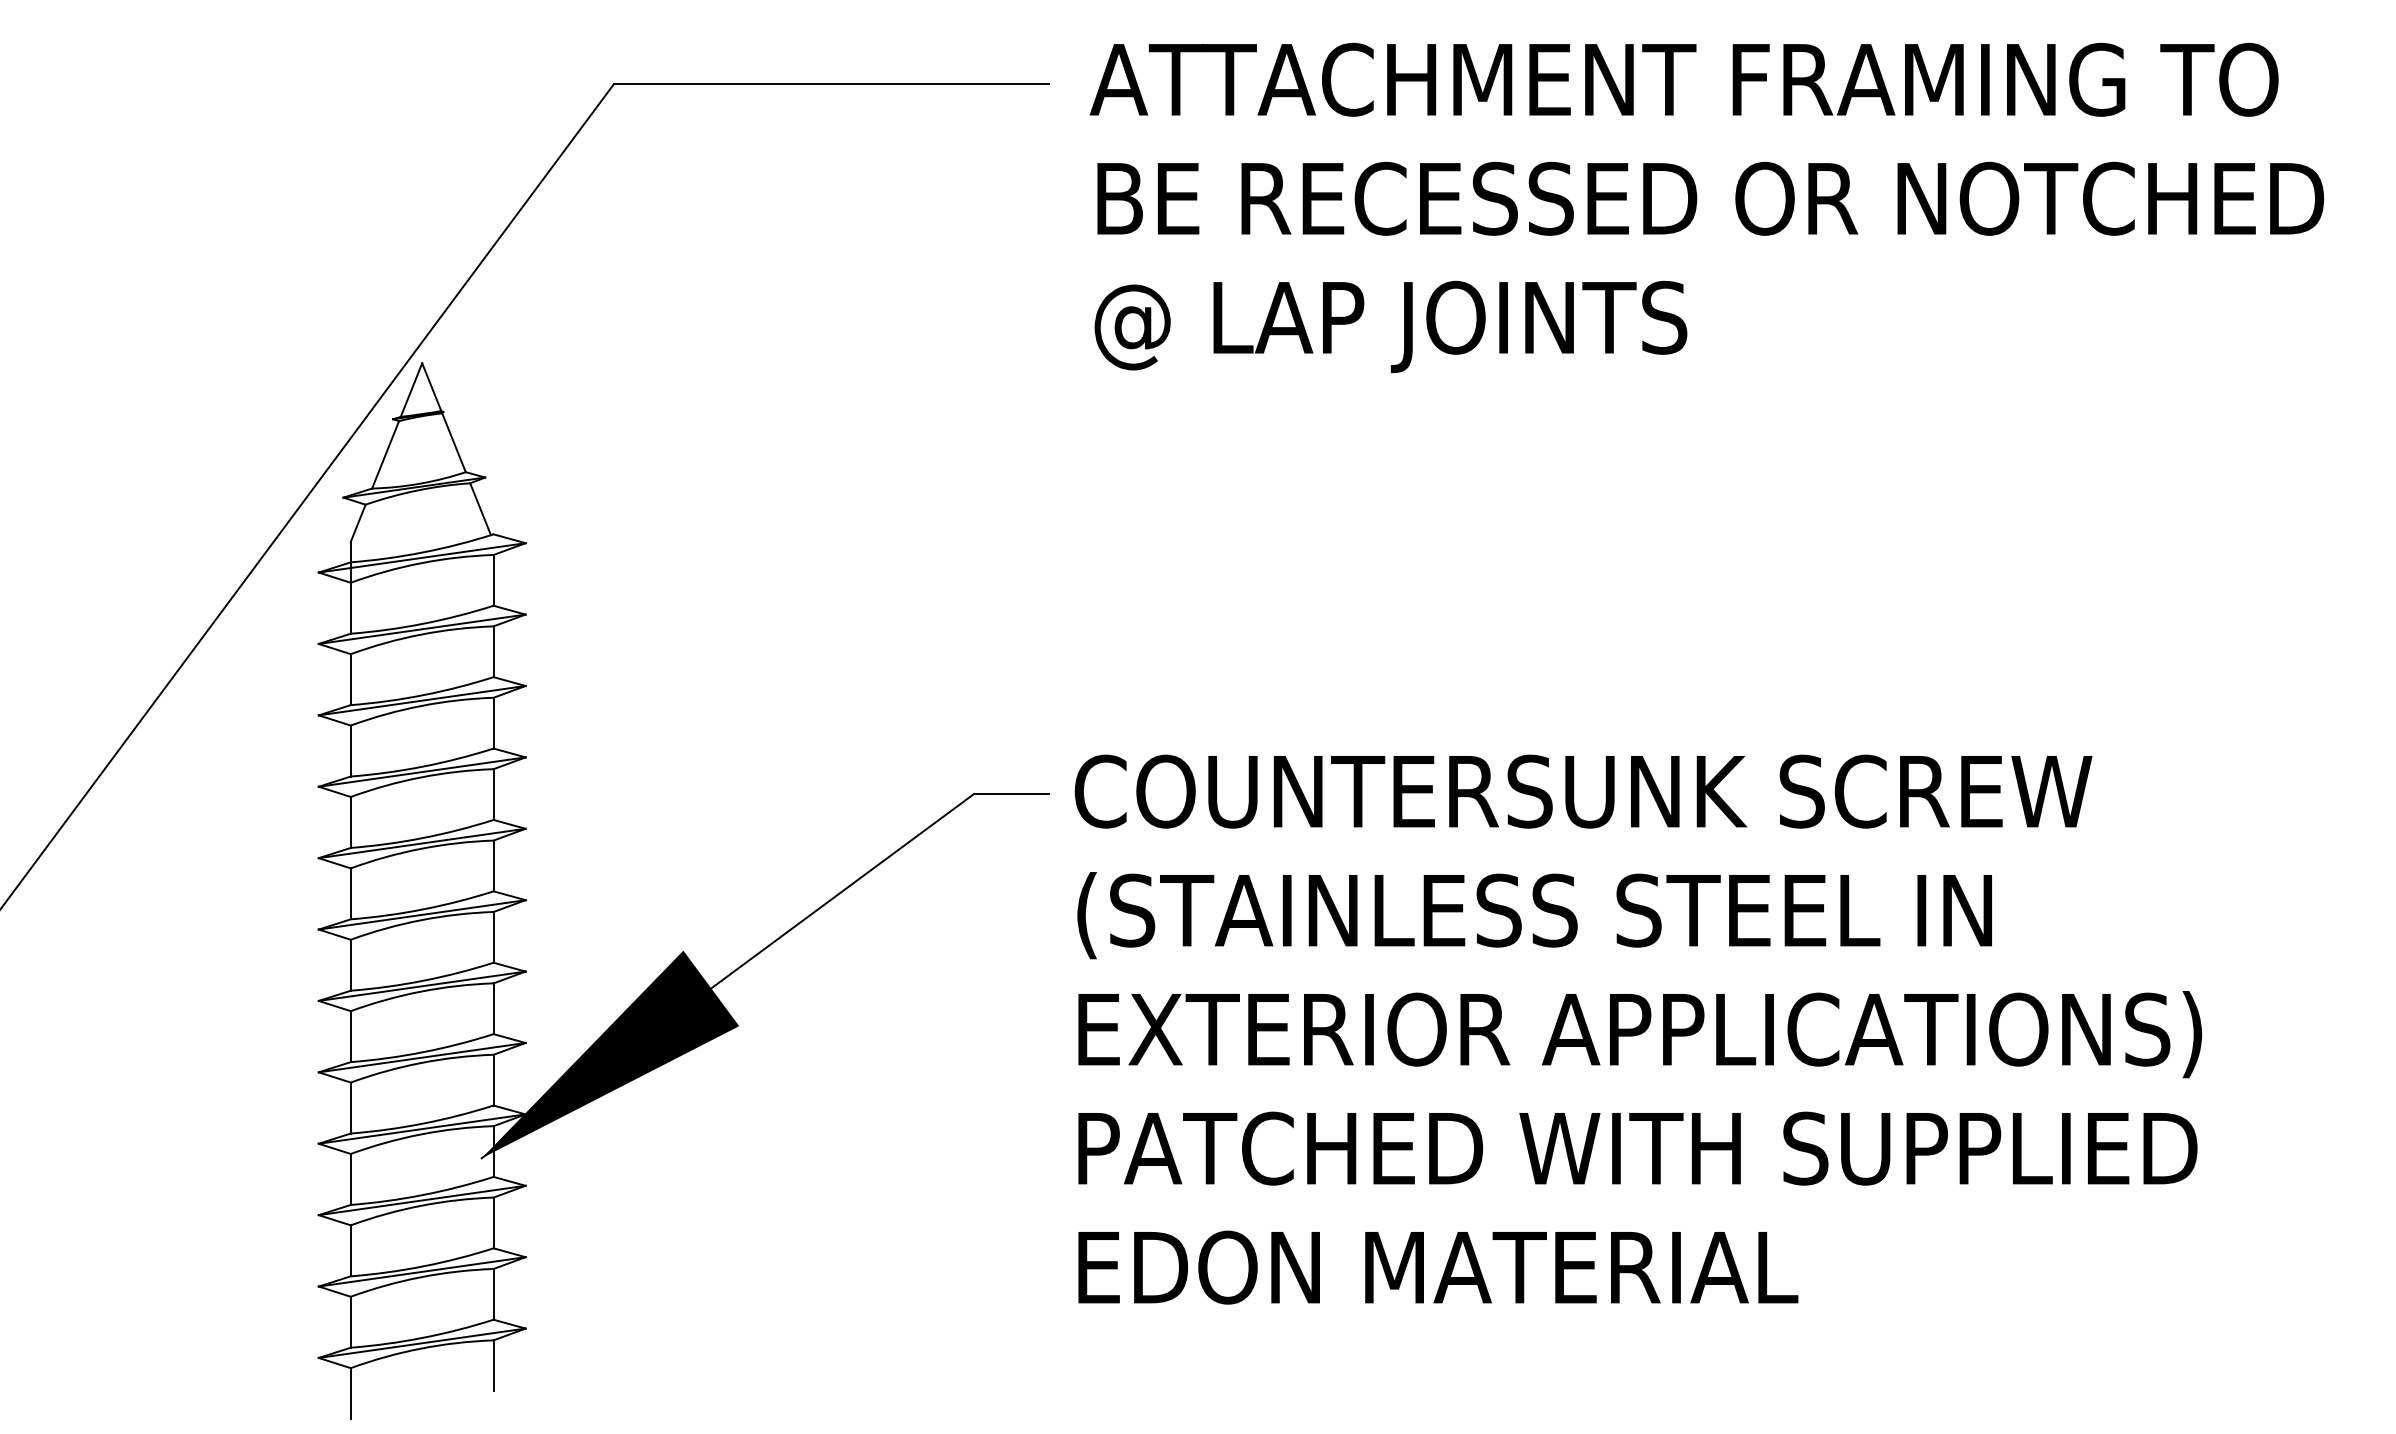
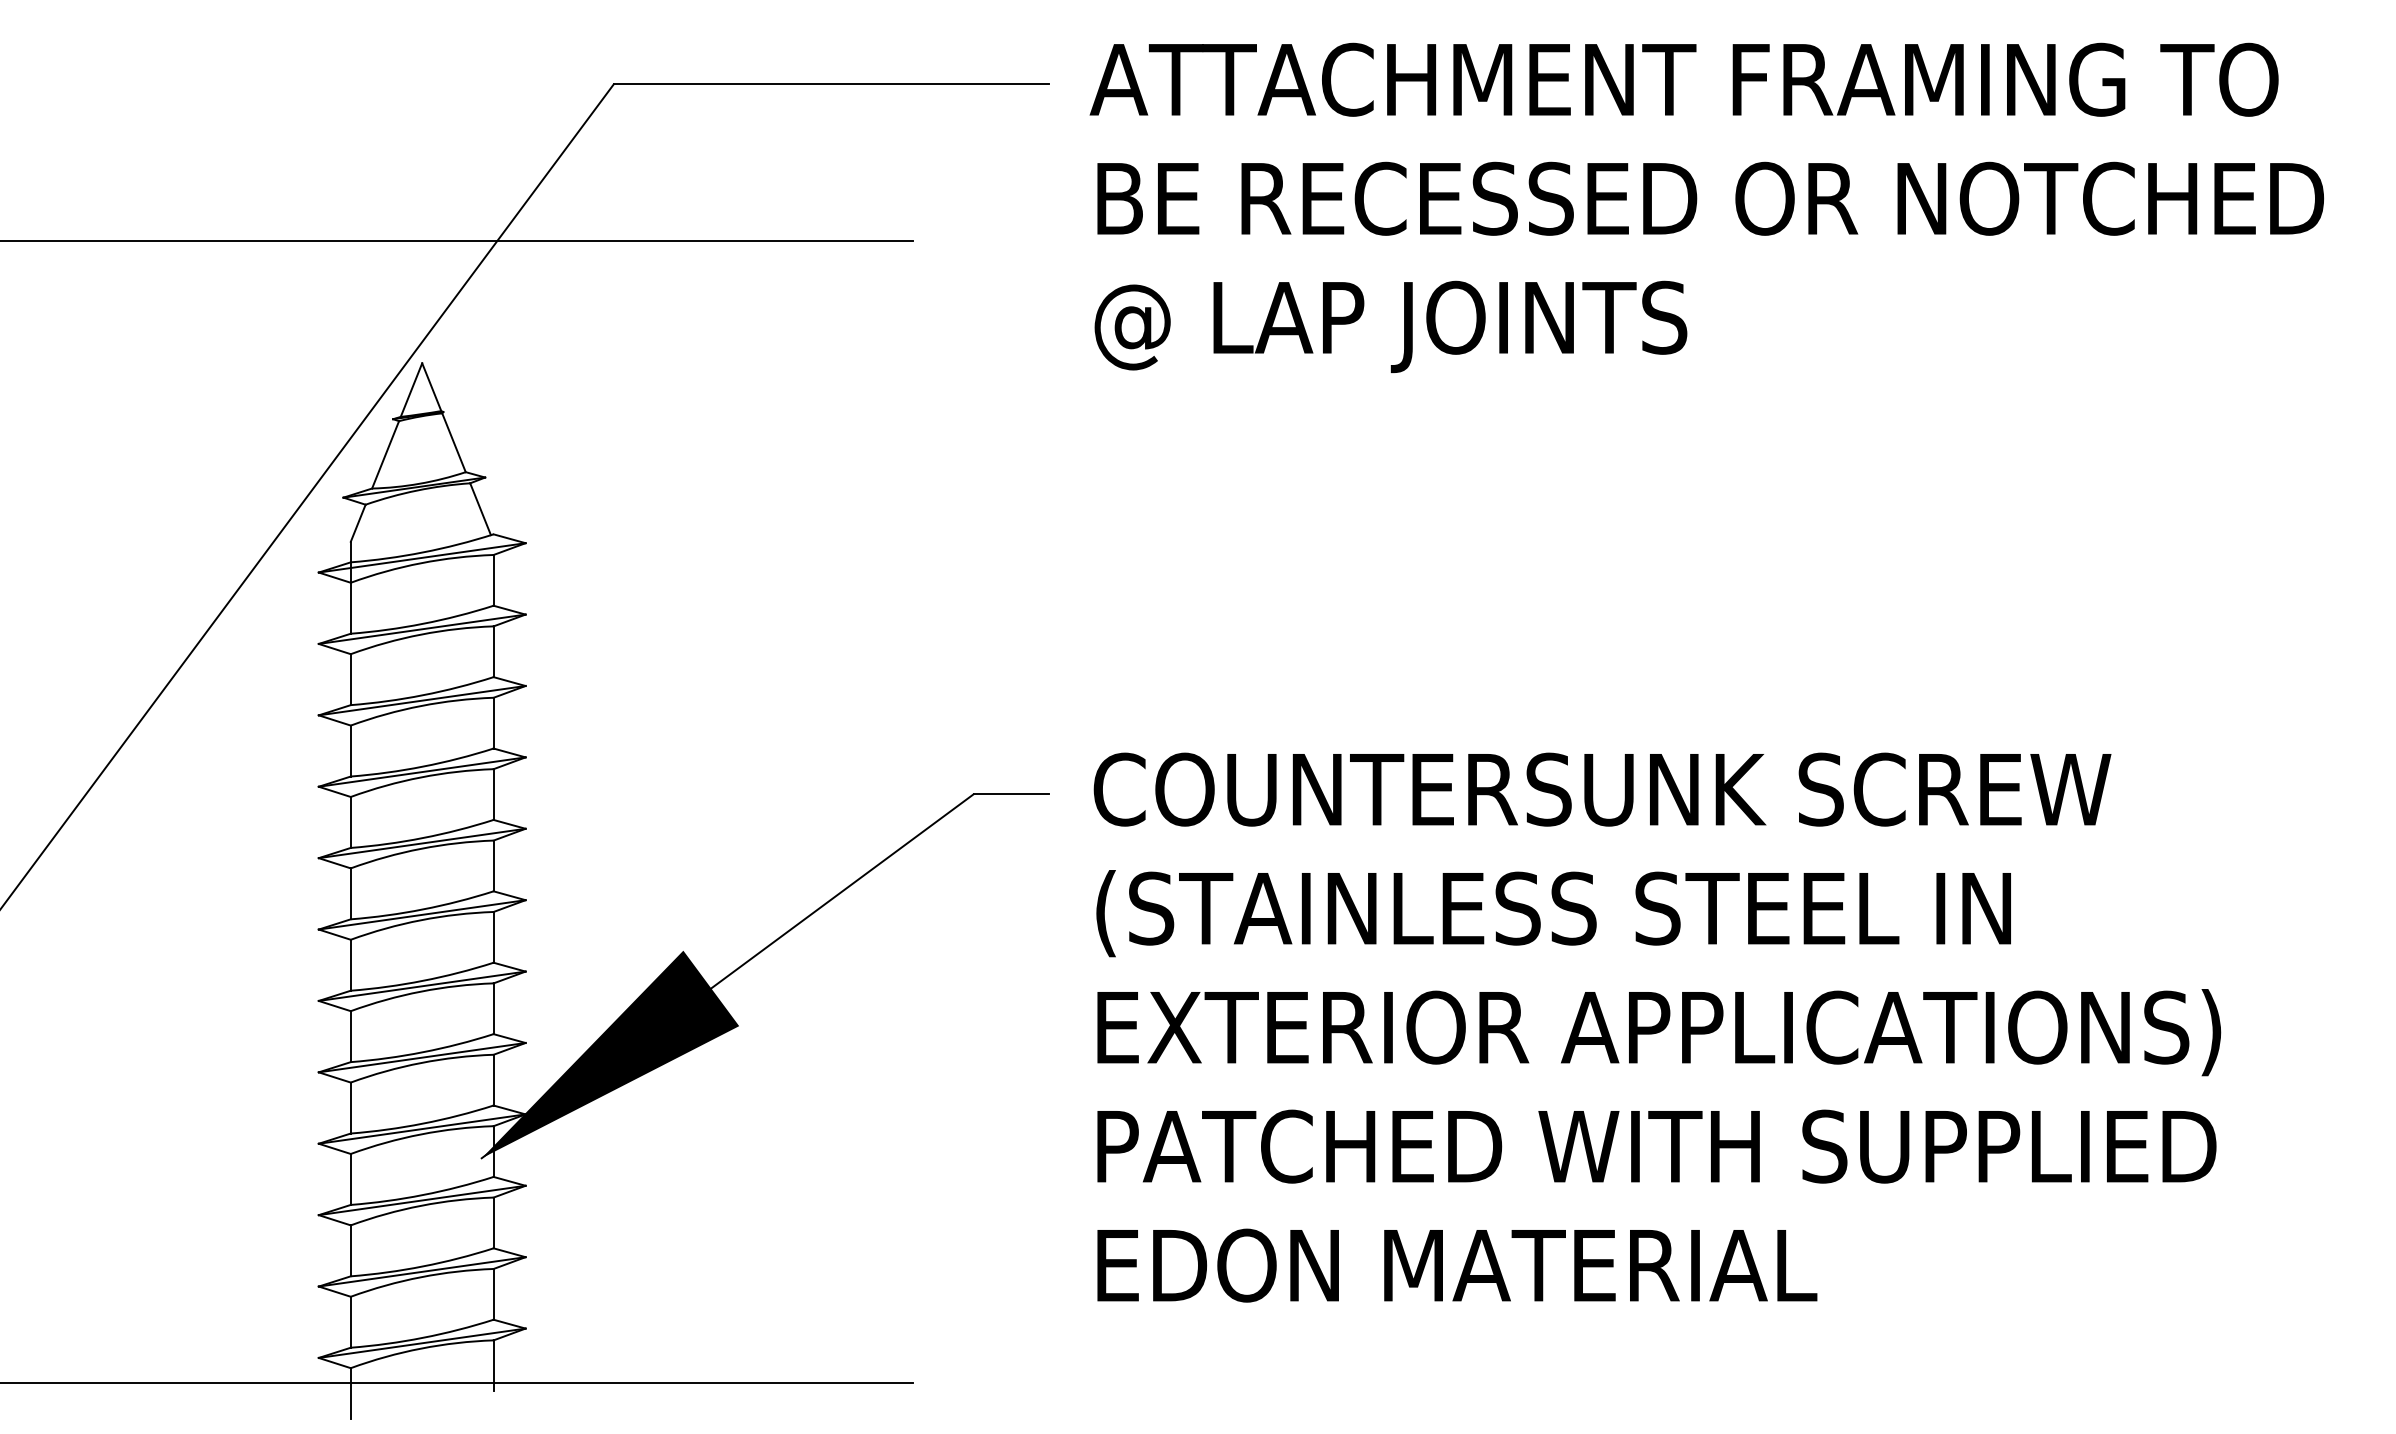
line at (457, 240): none -> present
text at (1638, 1029) position: (1638, 1029) -> (1657, 1027)
line at (457, 1383): none -> present
